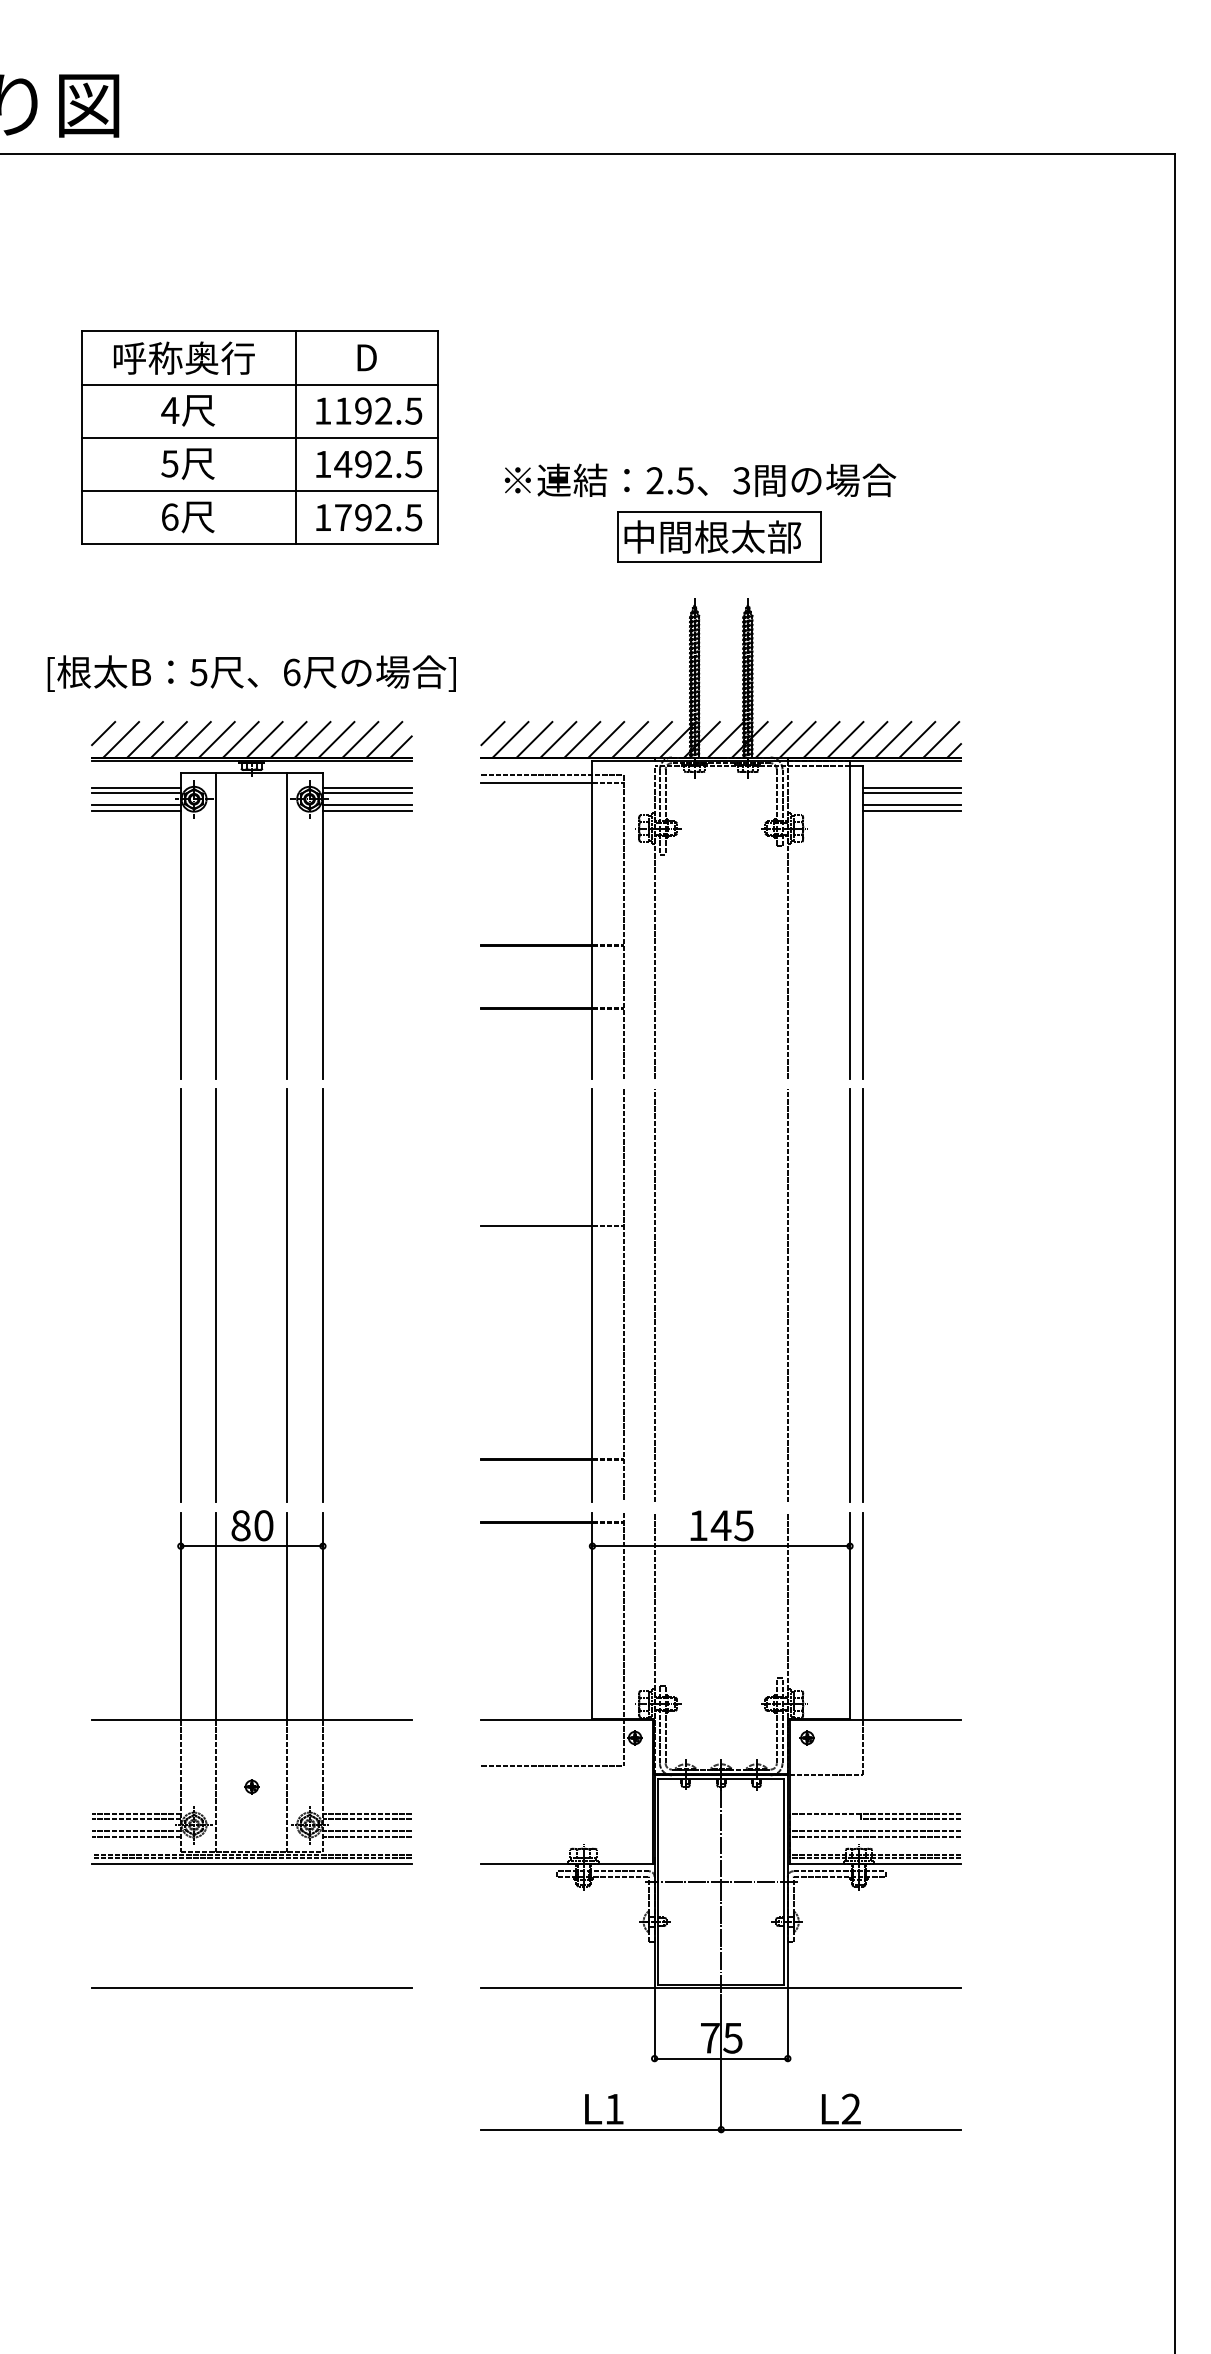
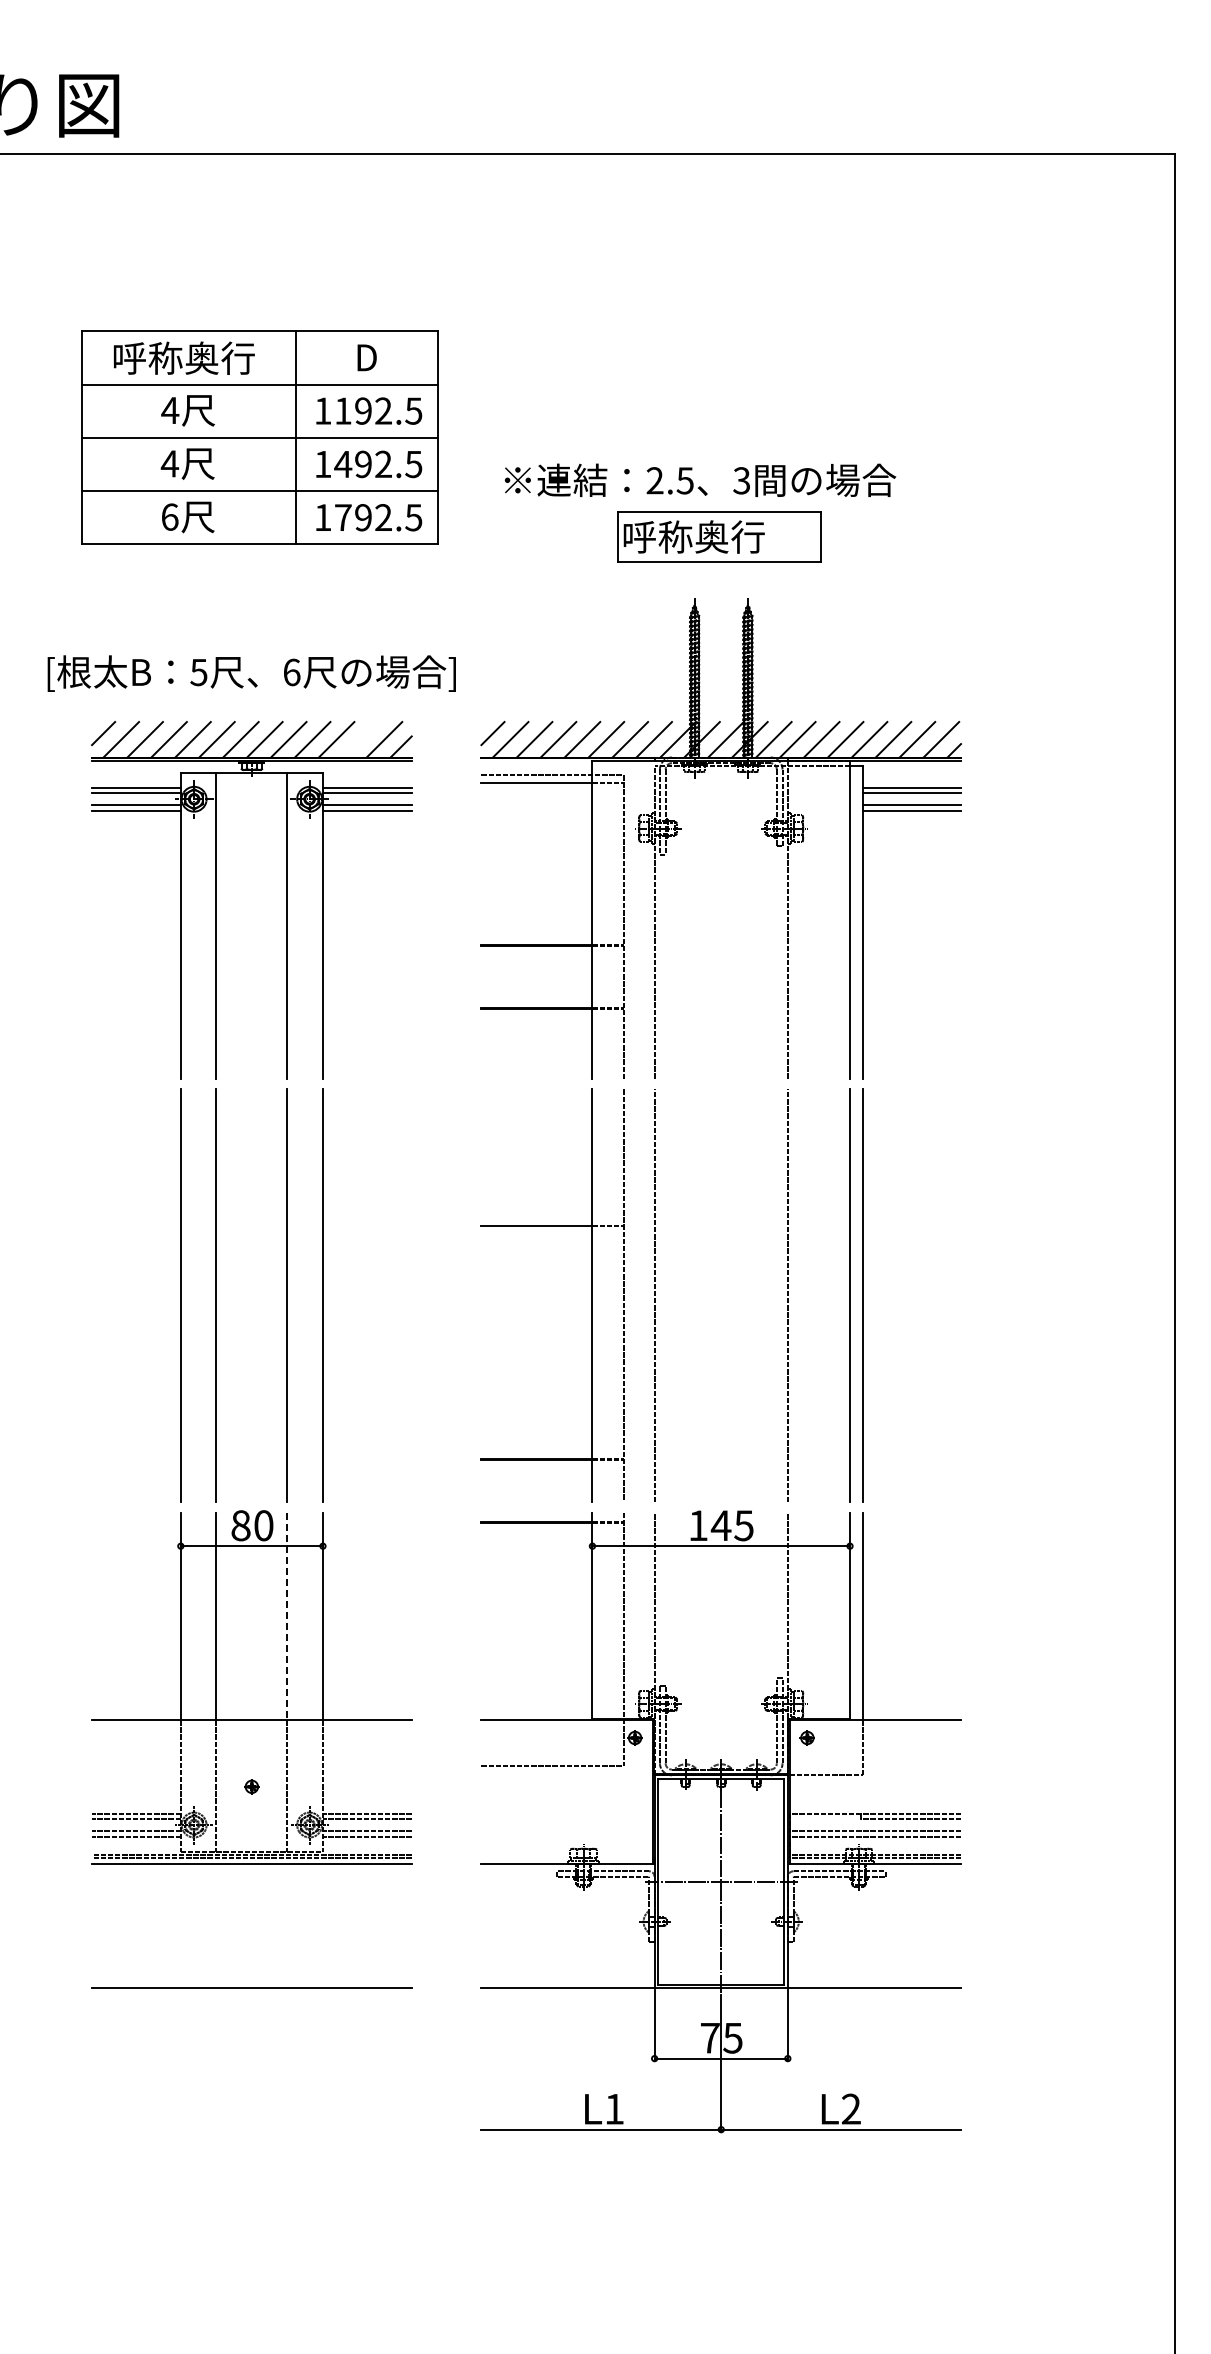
text at (169, 463): 5 -> 4
text at (712, 536): 中間根太部 -> 呼称奥行
line at (360, 739): present -> none
line at (287, 1616): solid -> dashed
